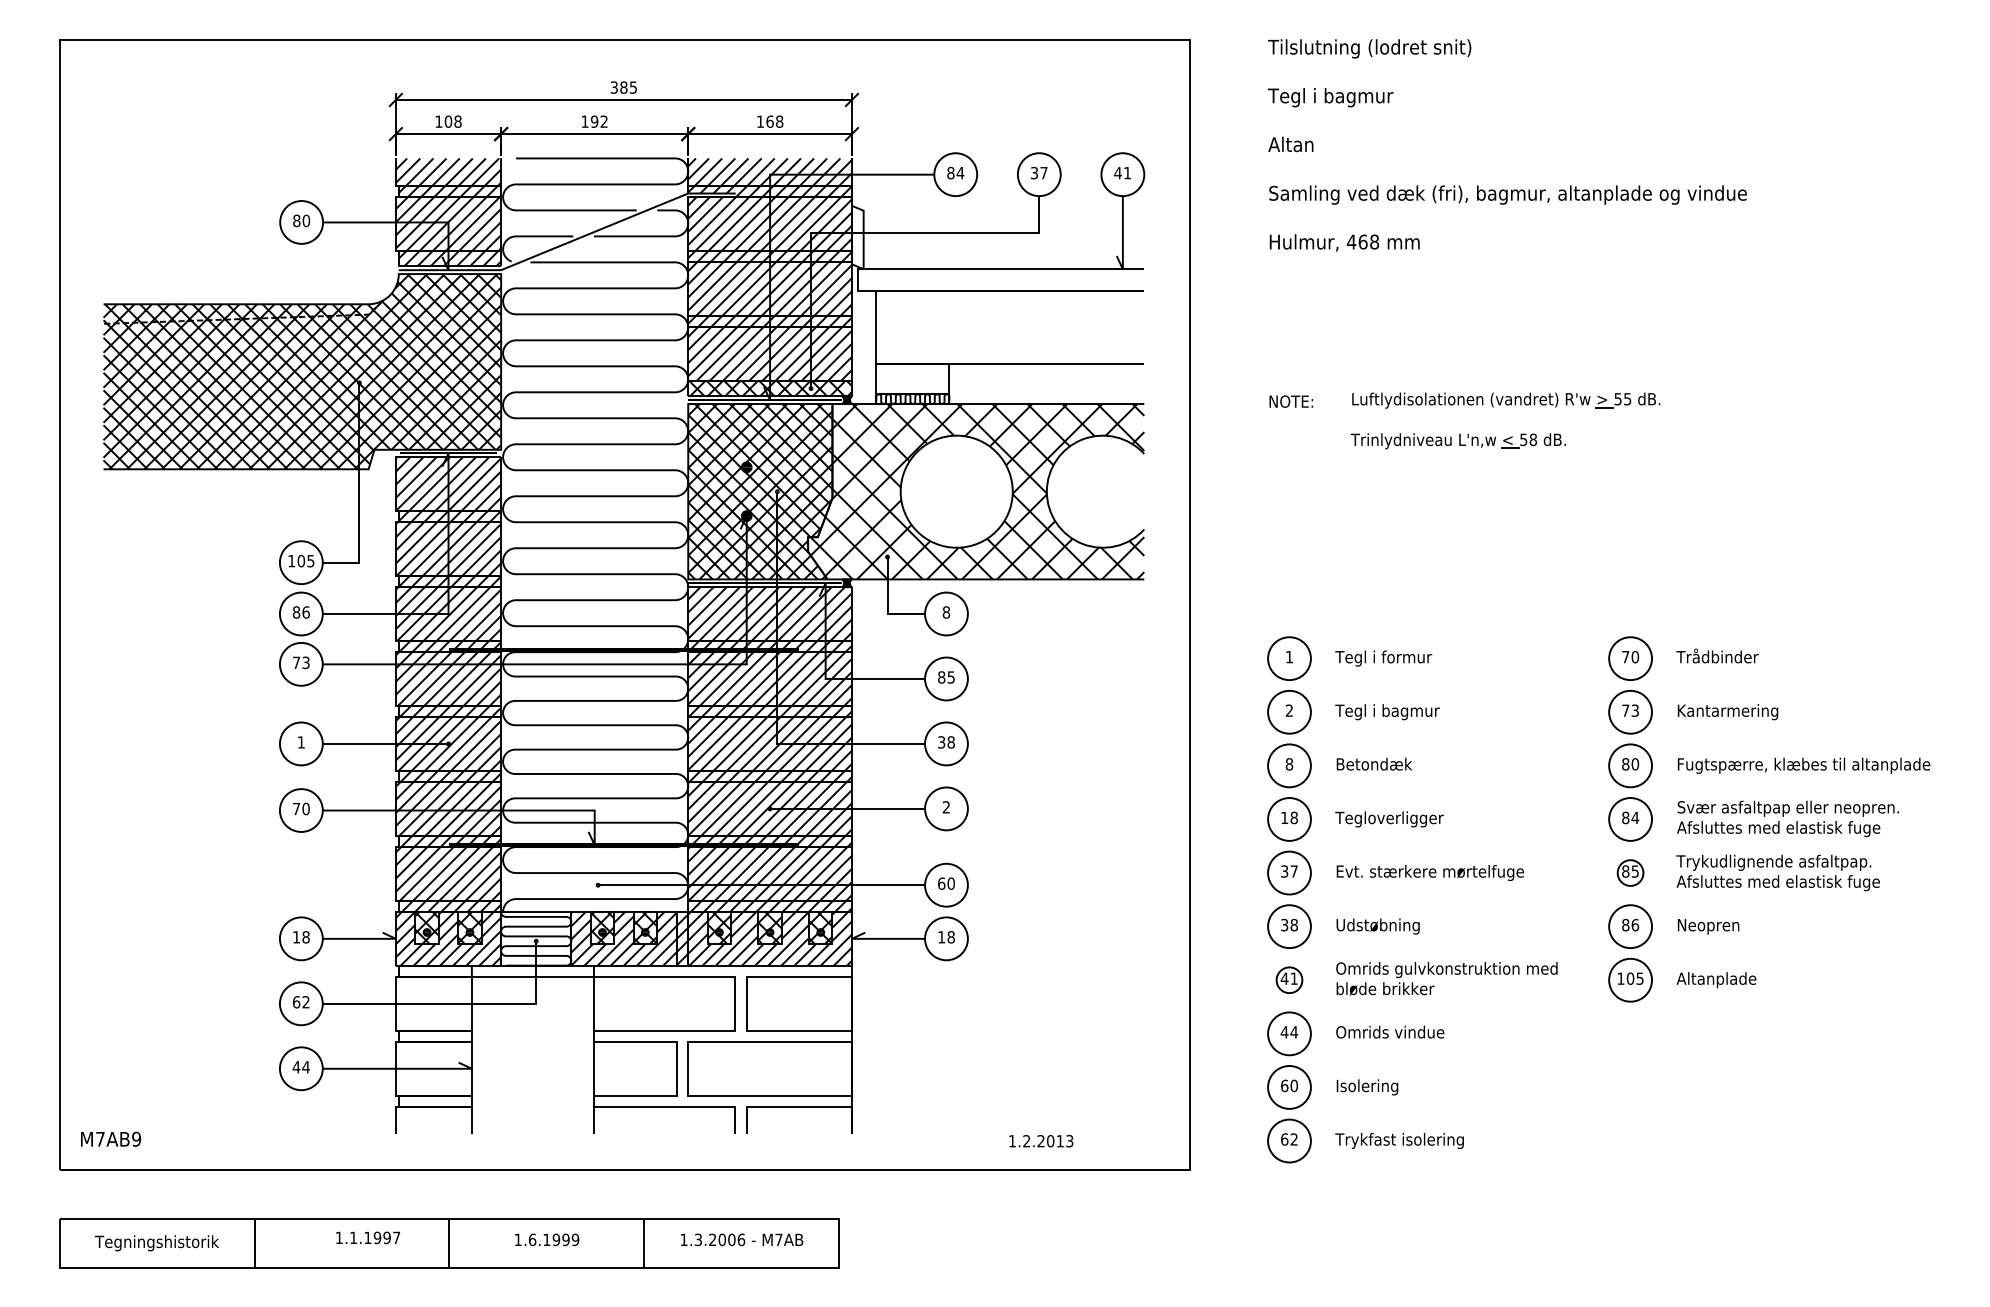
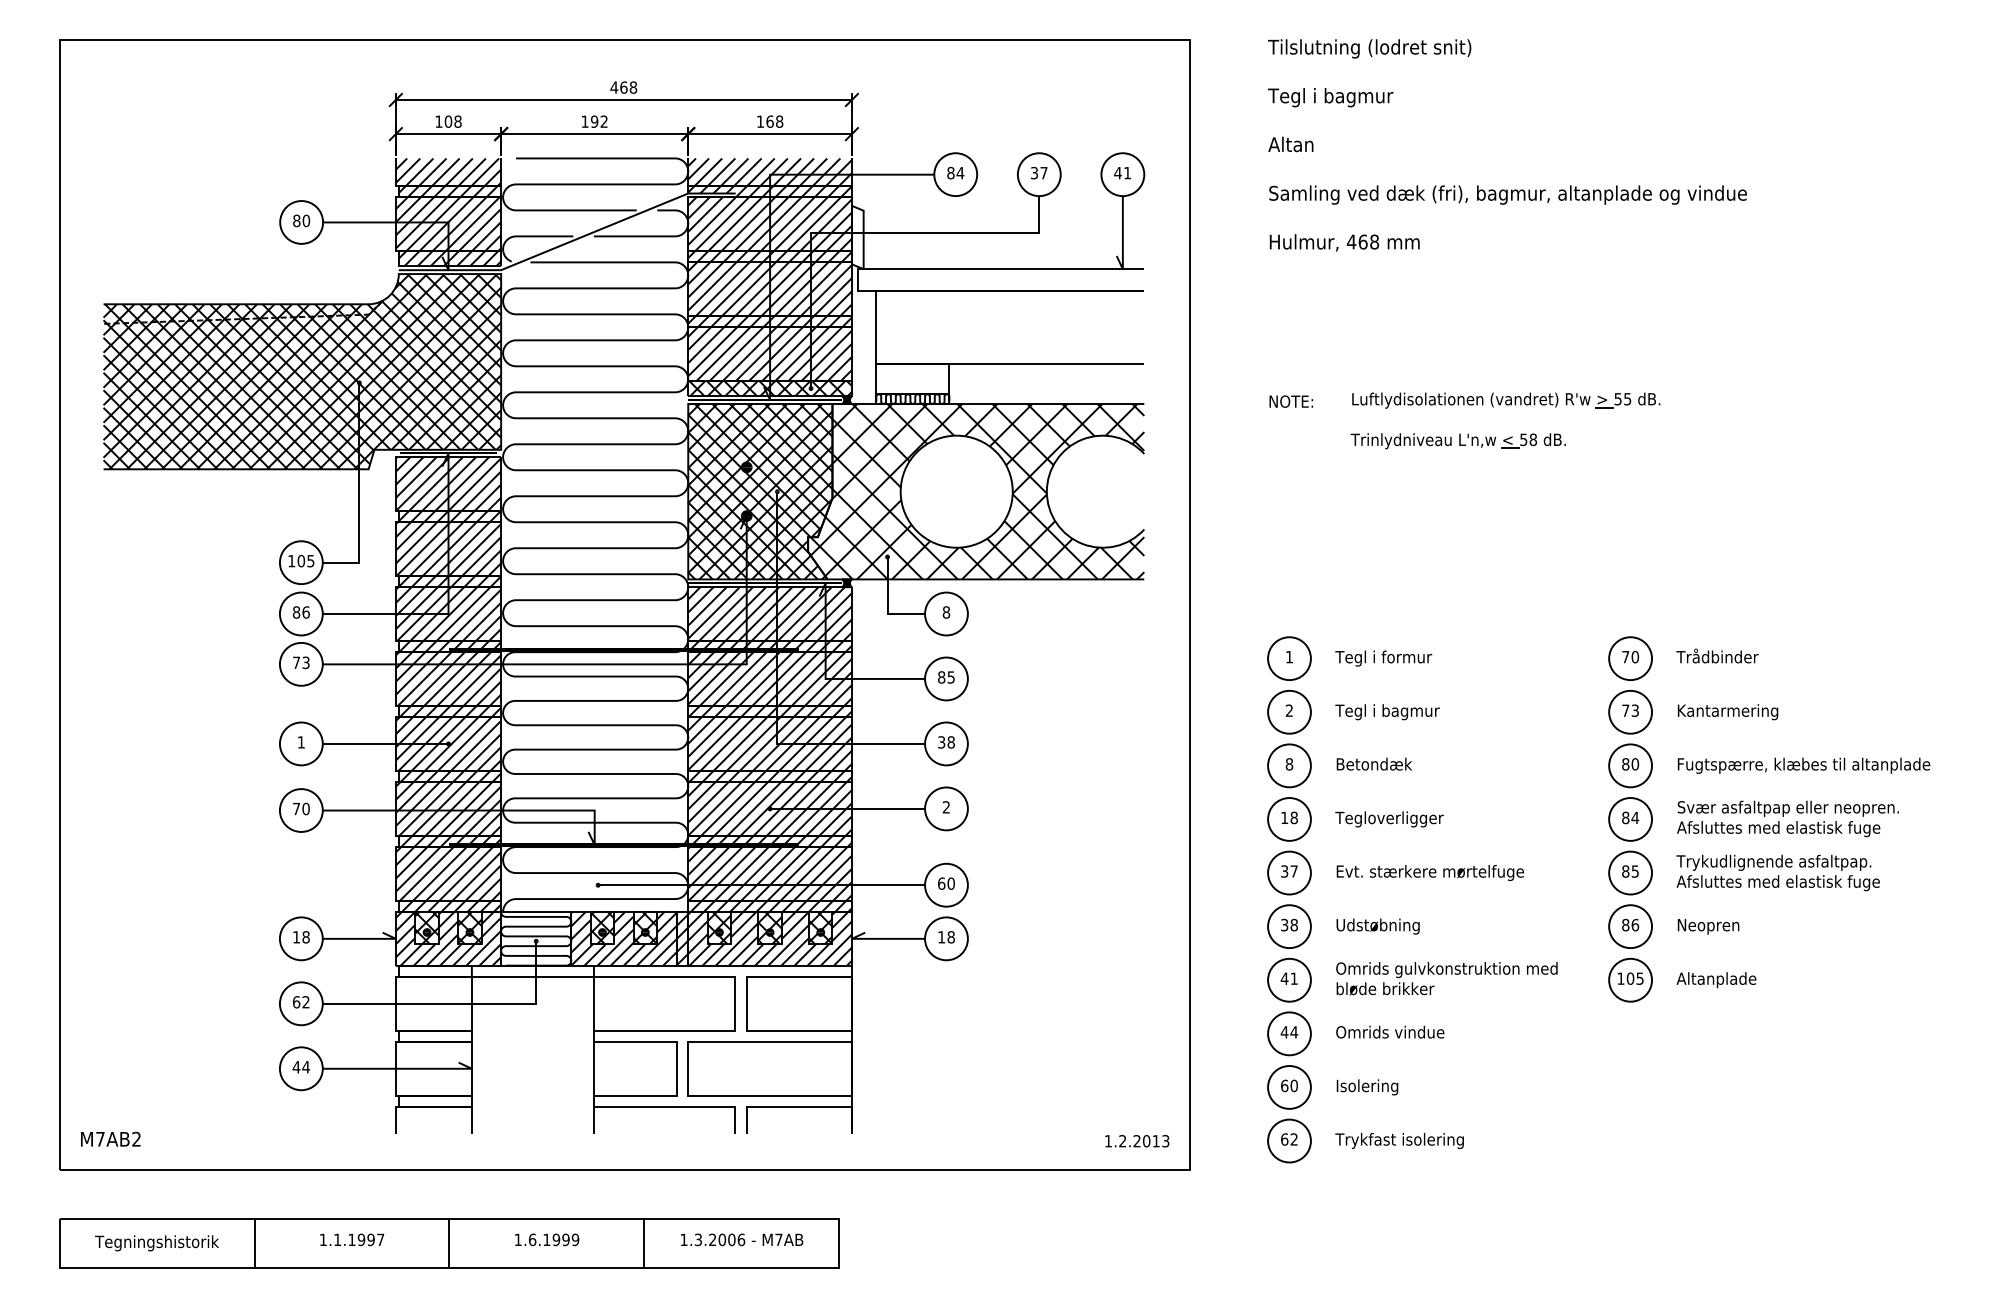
text at (623, 87): 385 -> 468
circle at (1630, 872) diameter: 26 px -> 43 px
circle at (1289, 980) diameter: 26 px -> 43 px
text at (136, 1139): M7AB9 -> M7AB2
text at (1041, 1141) position: (1041, 1141) -> (1137, 1141)
text at (368, 1237) position: (368, 1237) -> (352, 1239)
